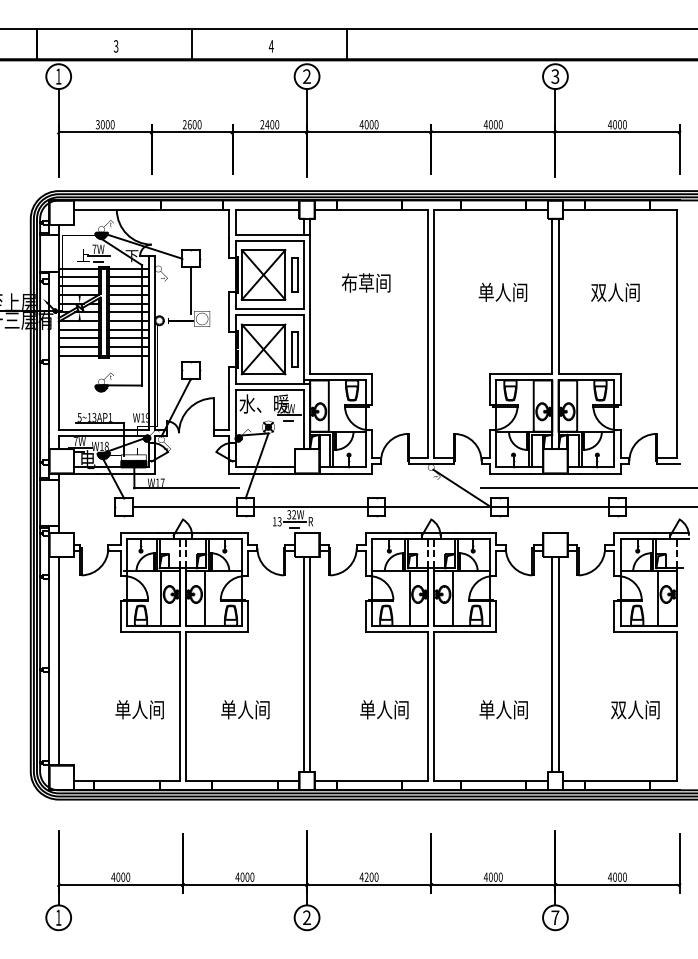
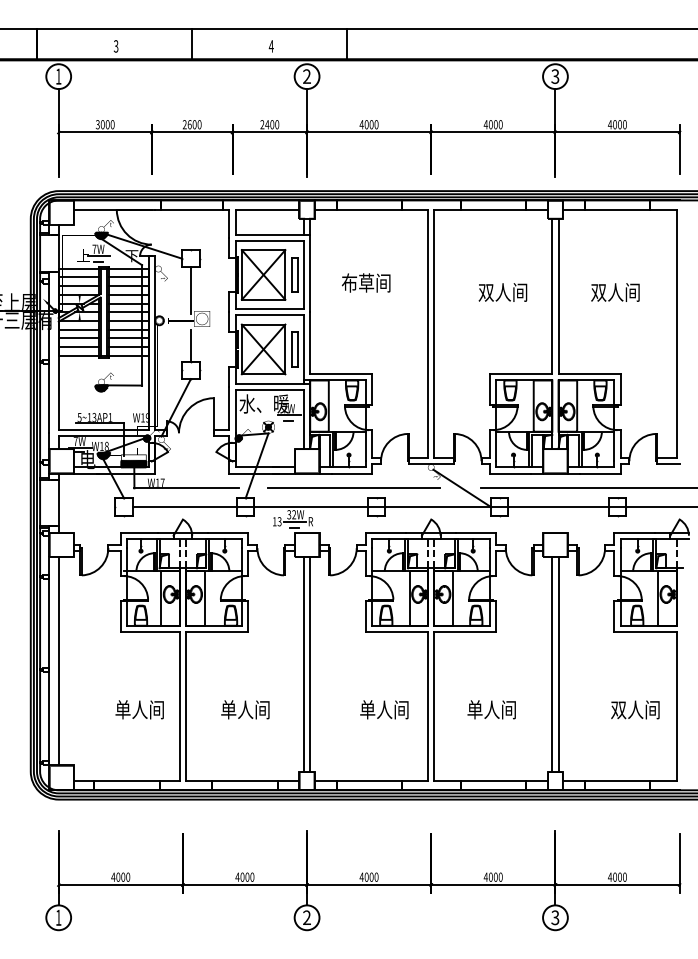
text at (485, 291): 单人间 -> 双人间
line at (190, 345): none -> present
line at (353, 488): none -> present
text at (503, 709) position: (503, 709) -> (491, 709)
text at (366, 876): 4200 -> 4000
text at (555, 917): 7 -> 3
